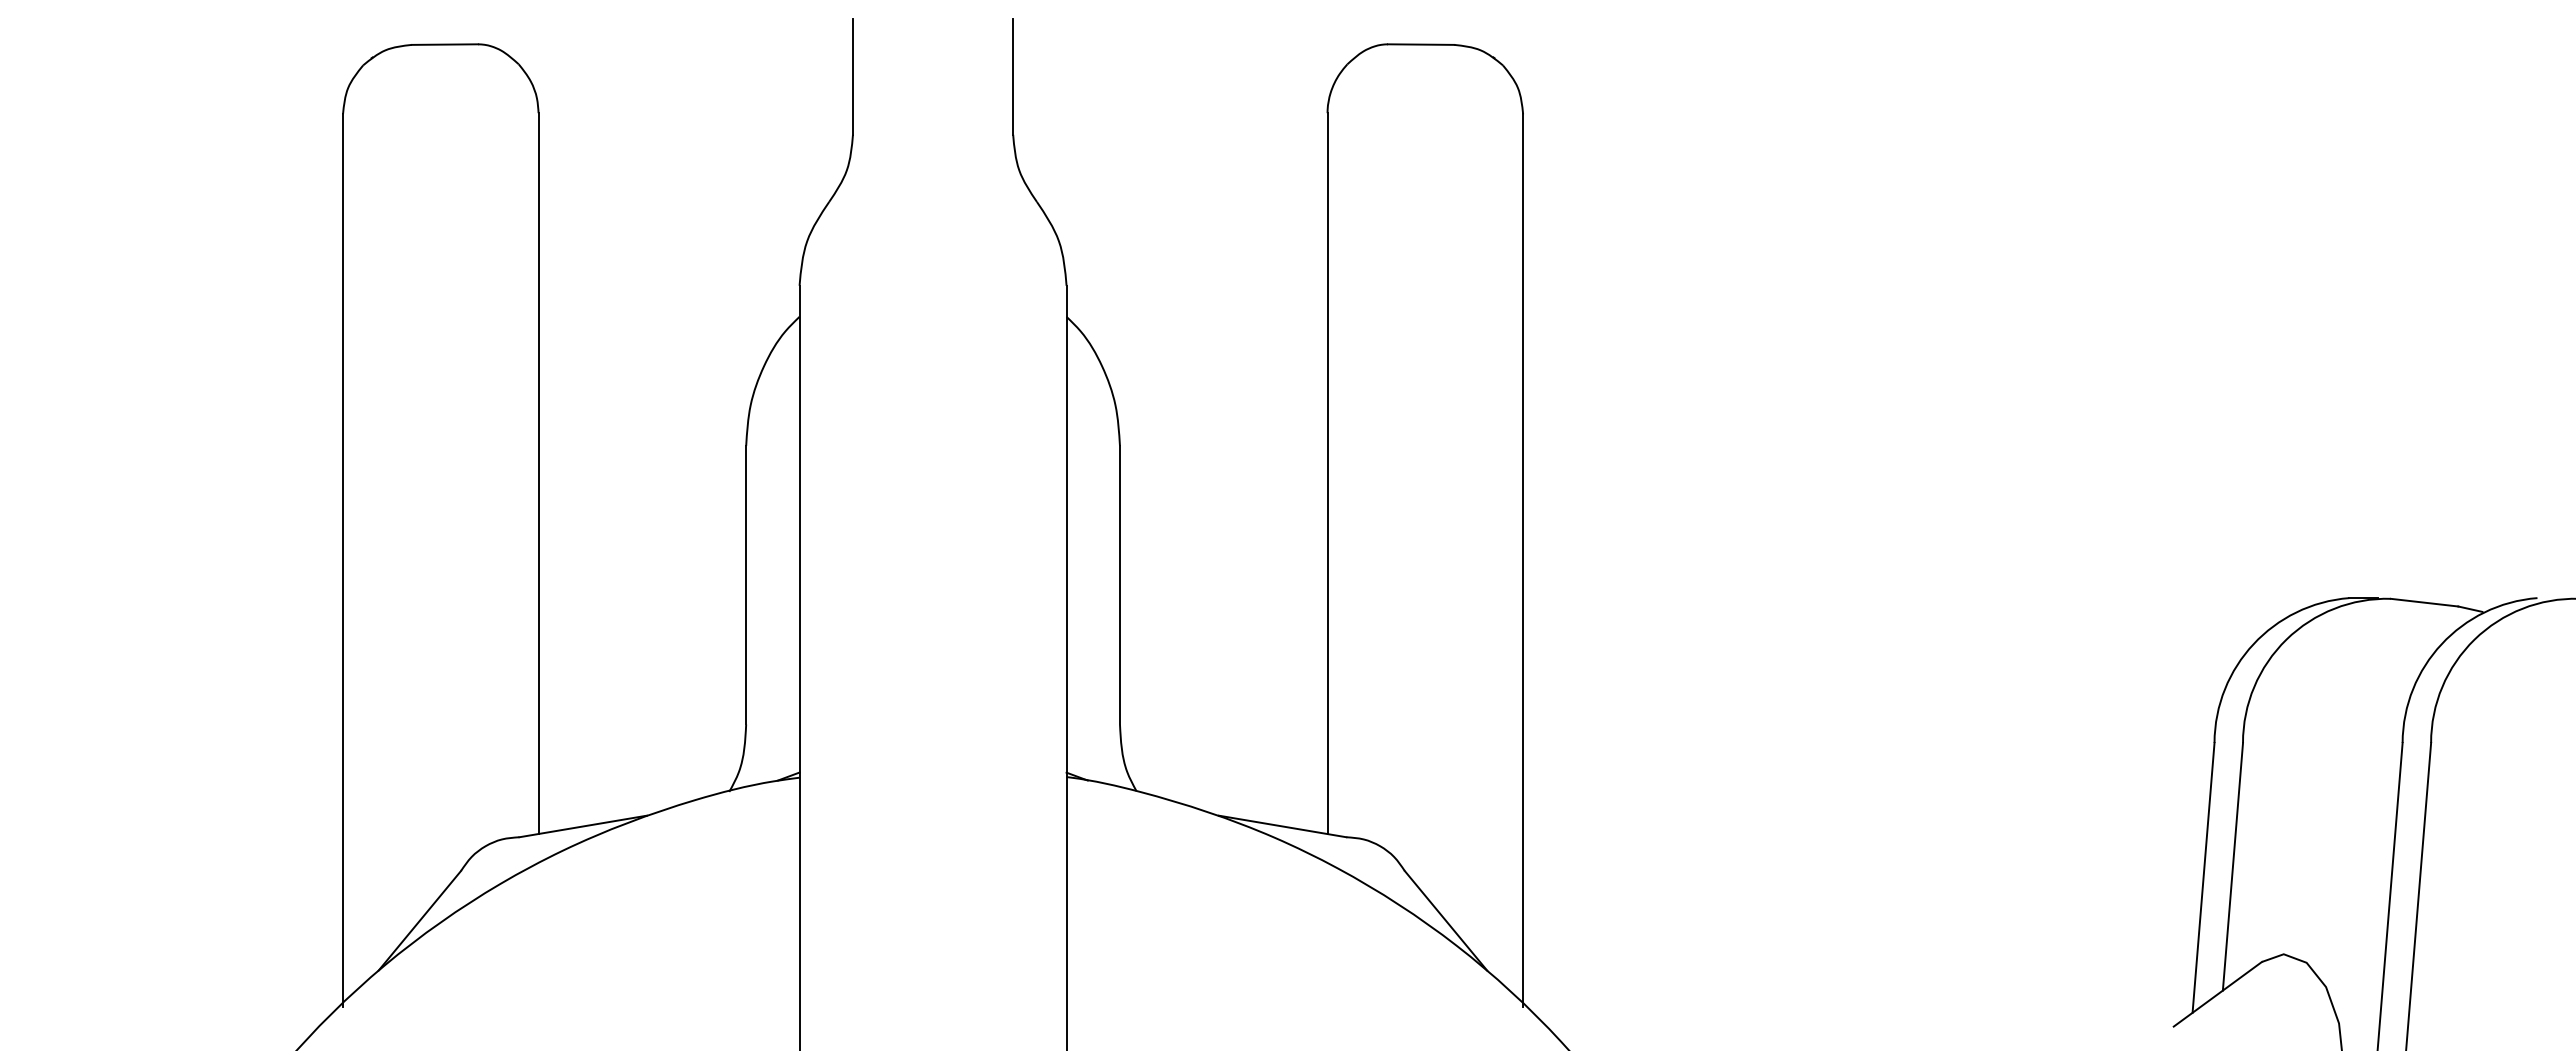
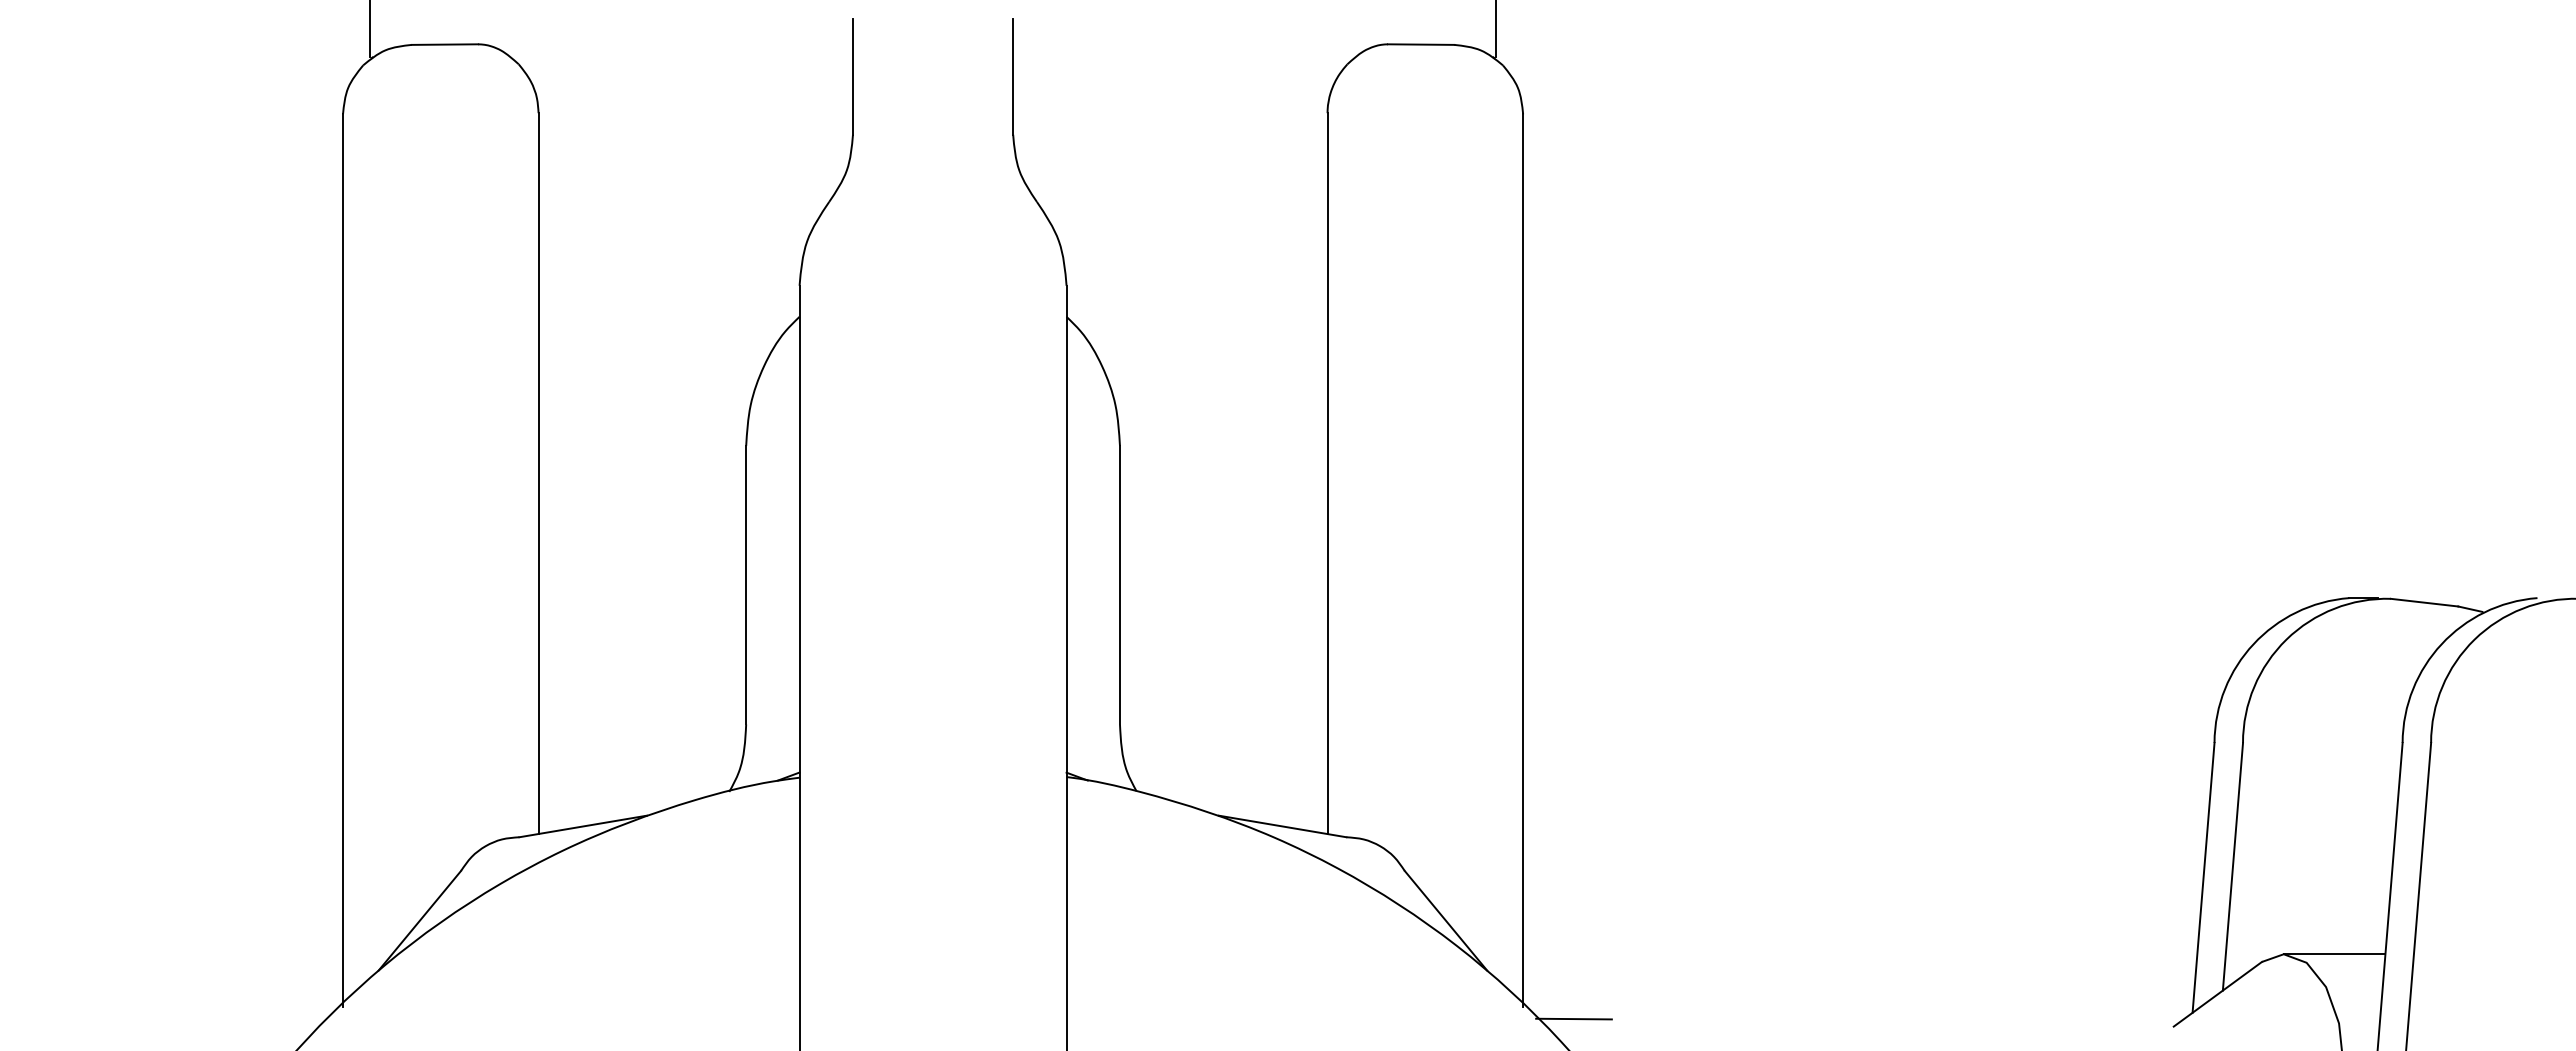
line at (369, 29): none -> present
line at (1496, 29): none -> present
line at (2334, 954): none -> present
line at (1573, 1018): none -> present
